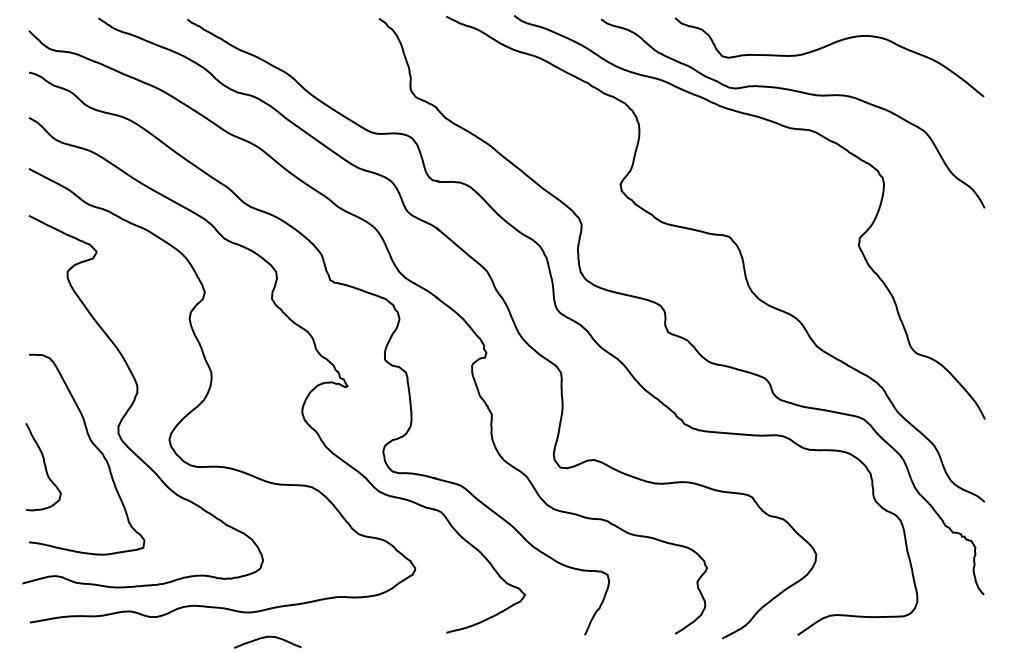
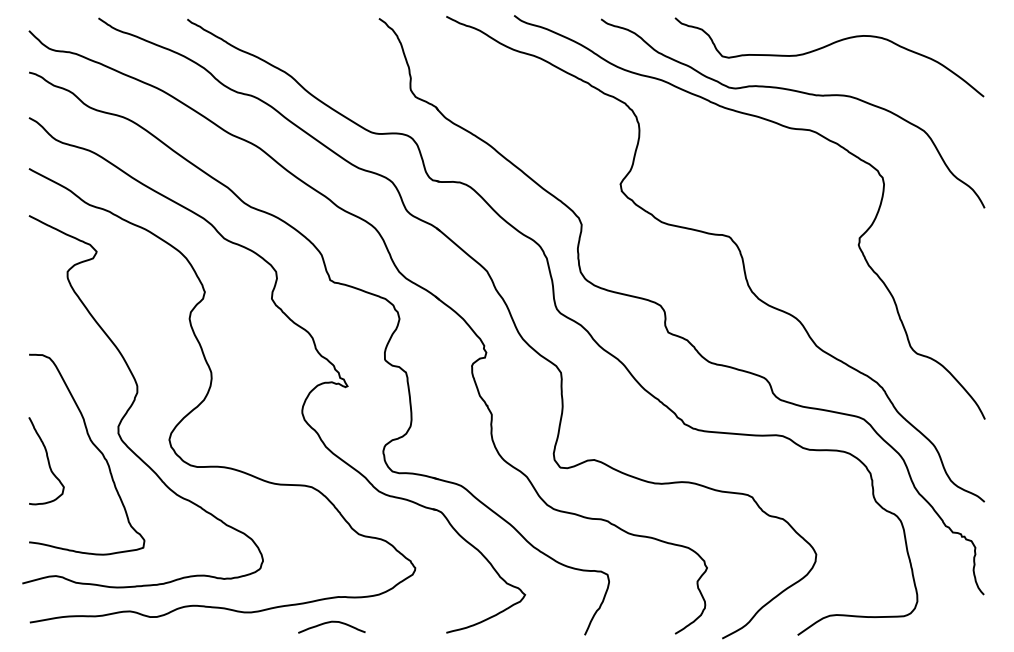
curve at (44, 467) position: (44, 467) -> (47, 461)
curve at (265, 638) position: (265, 638) -> (329, 623)
